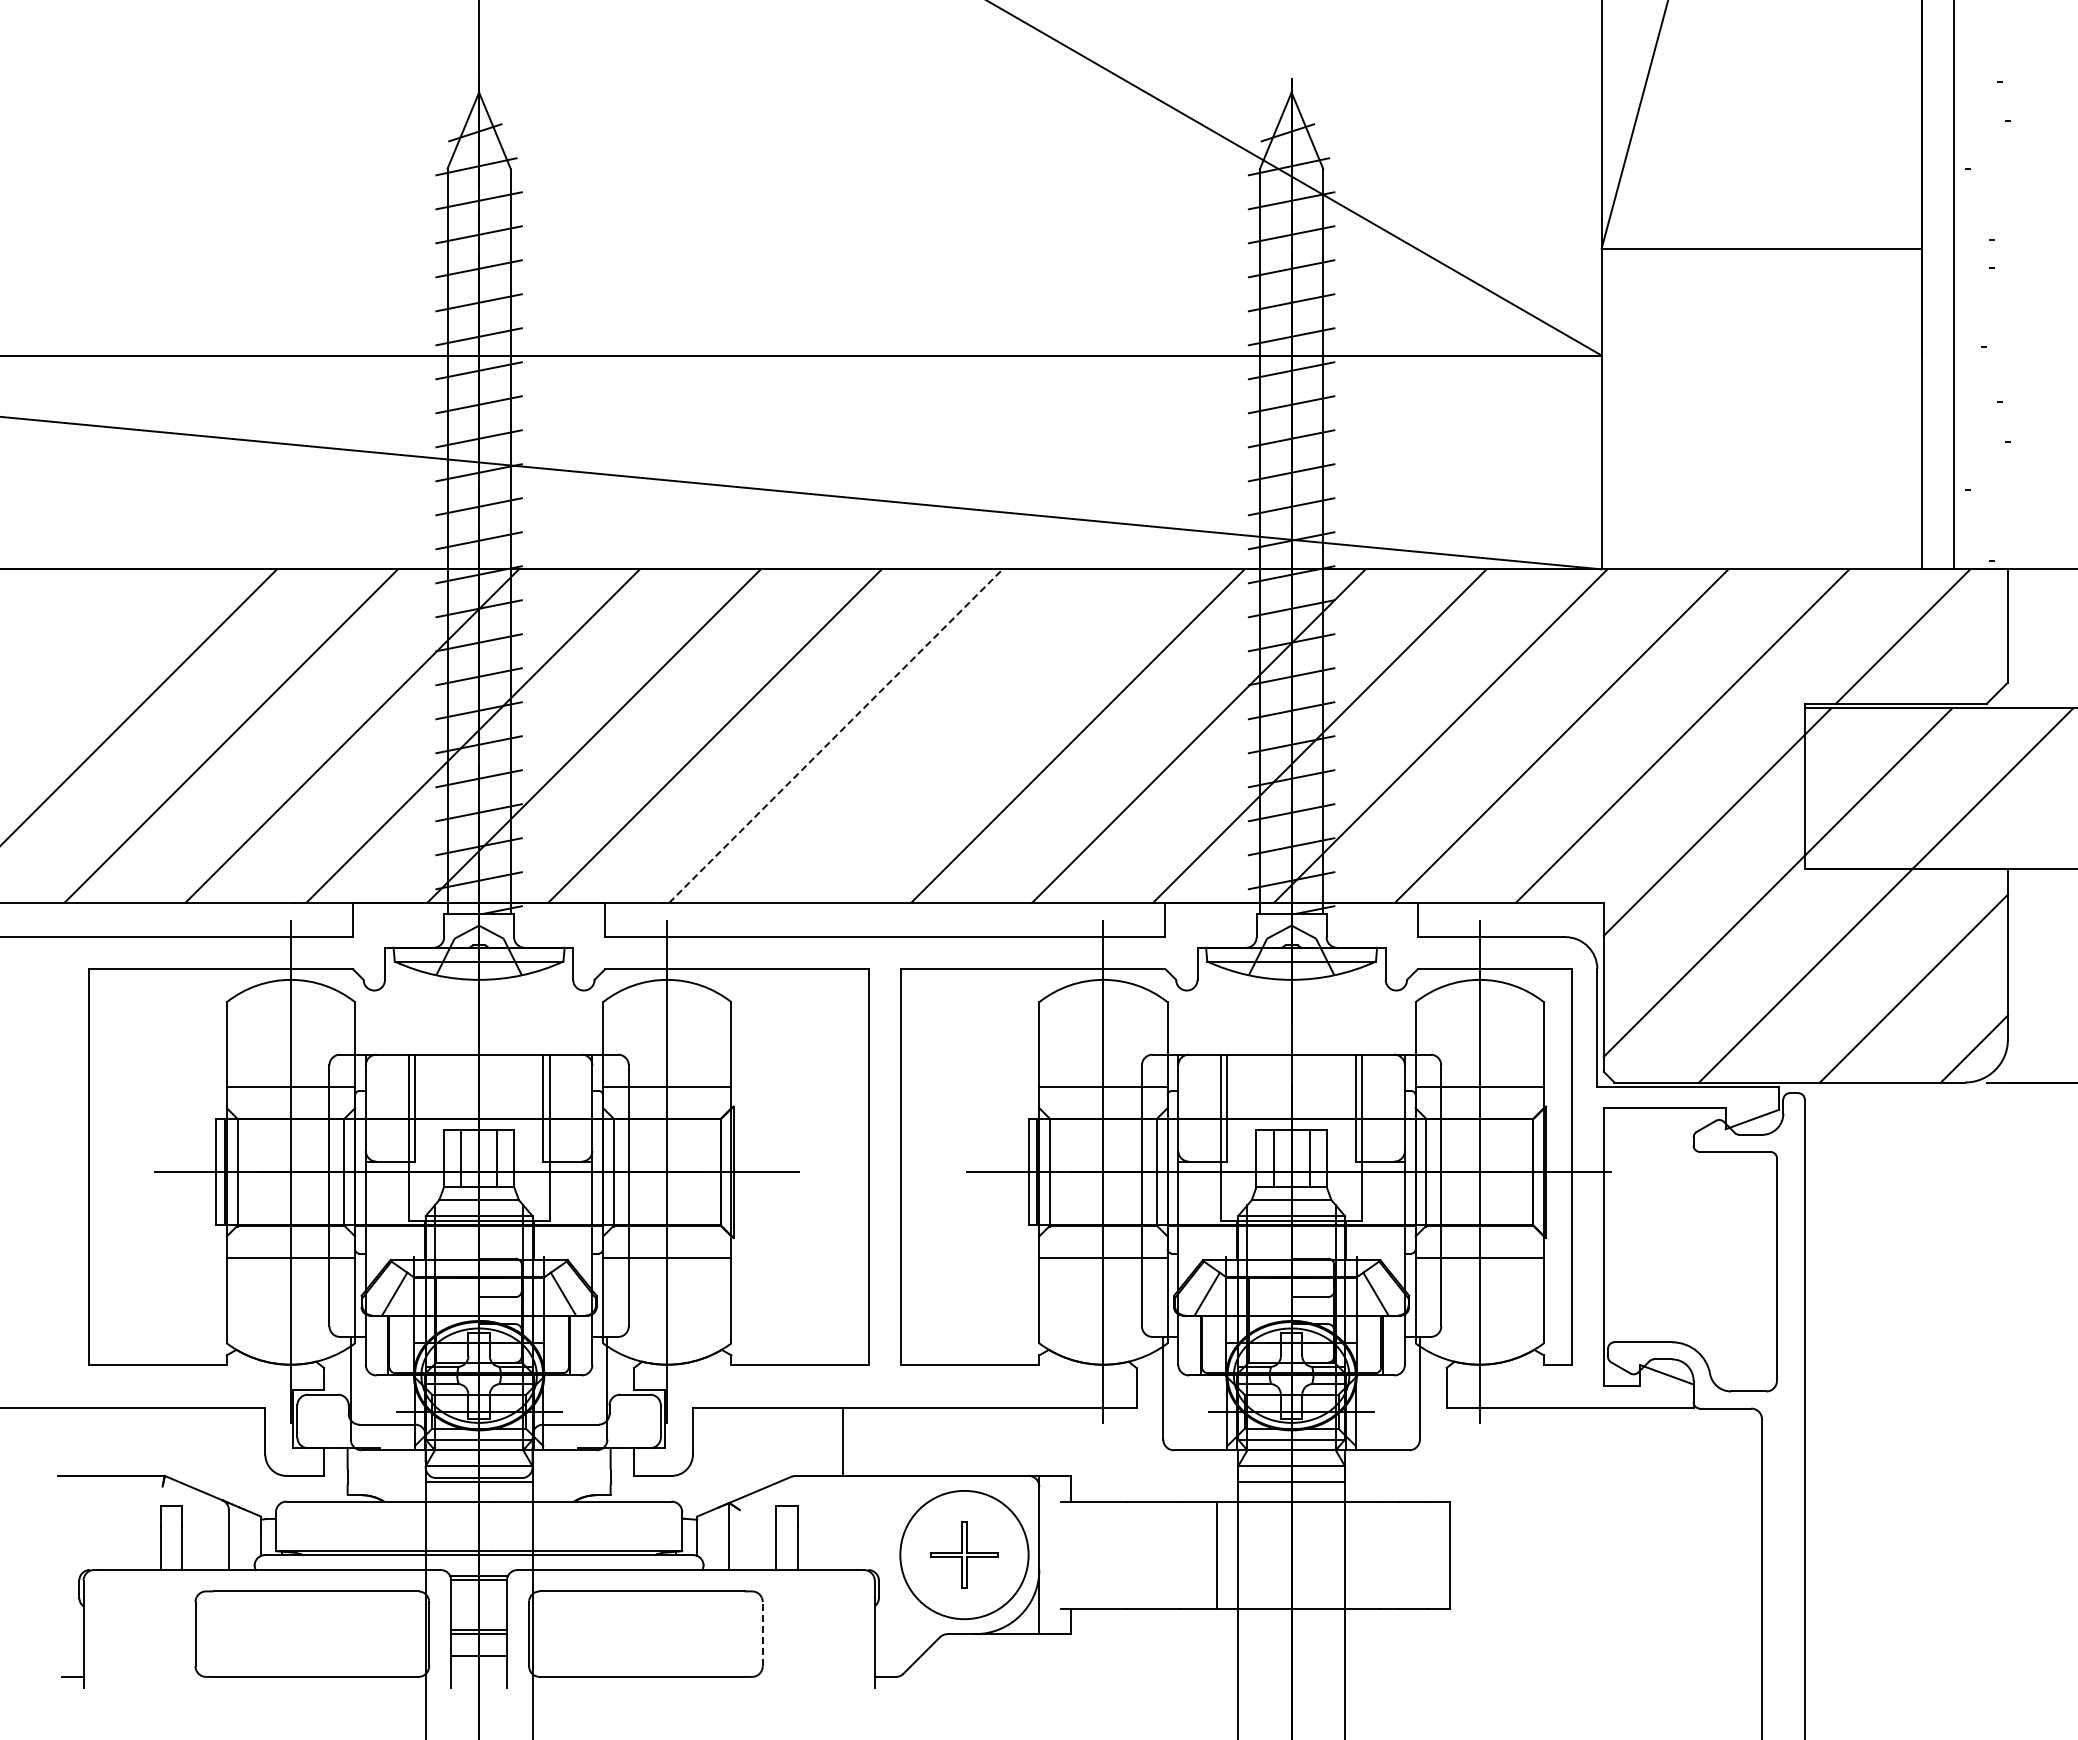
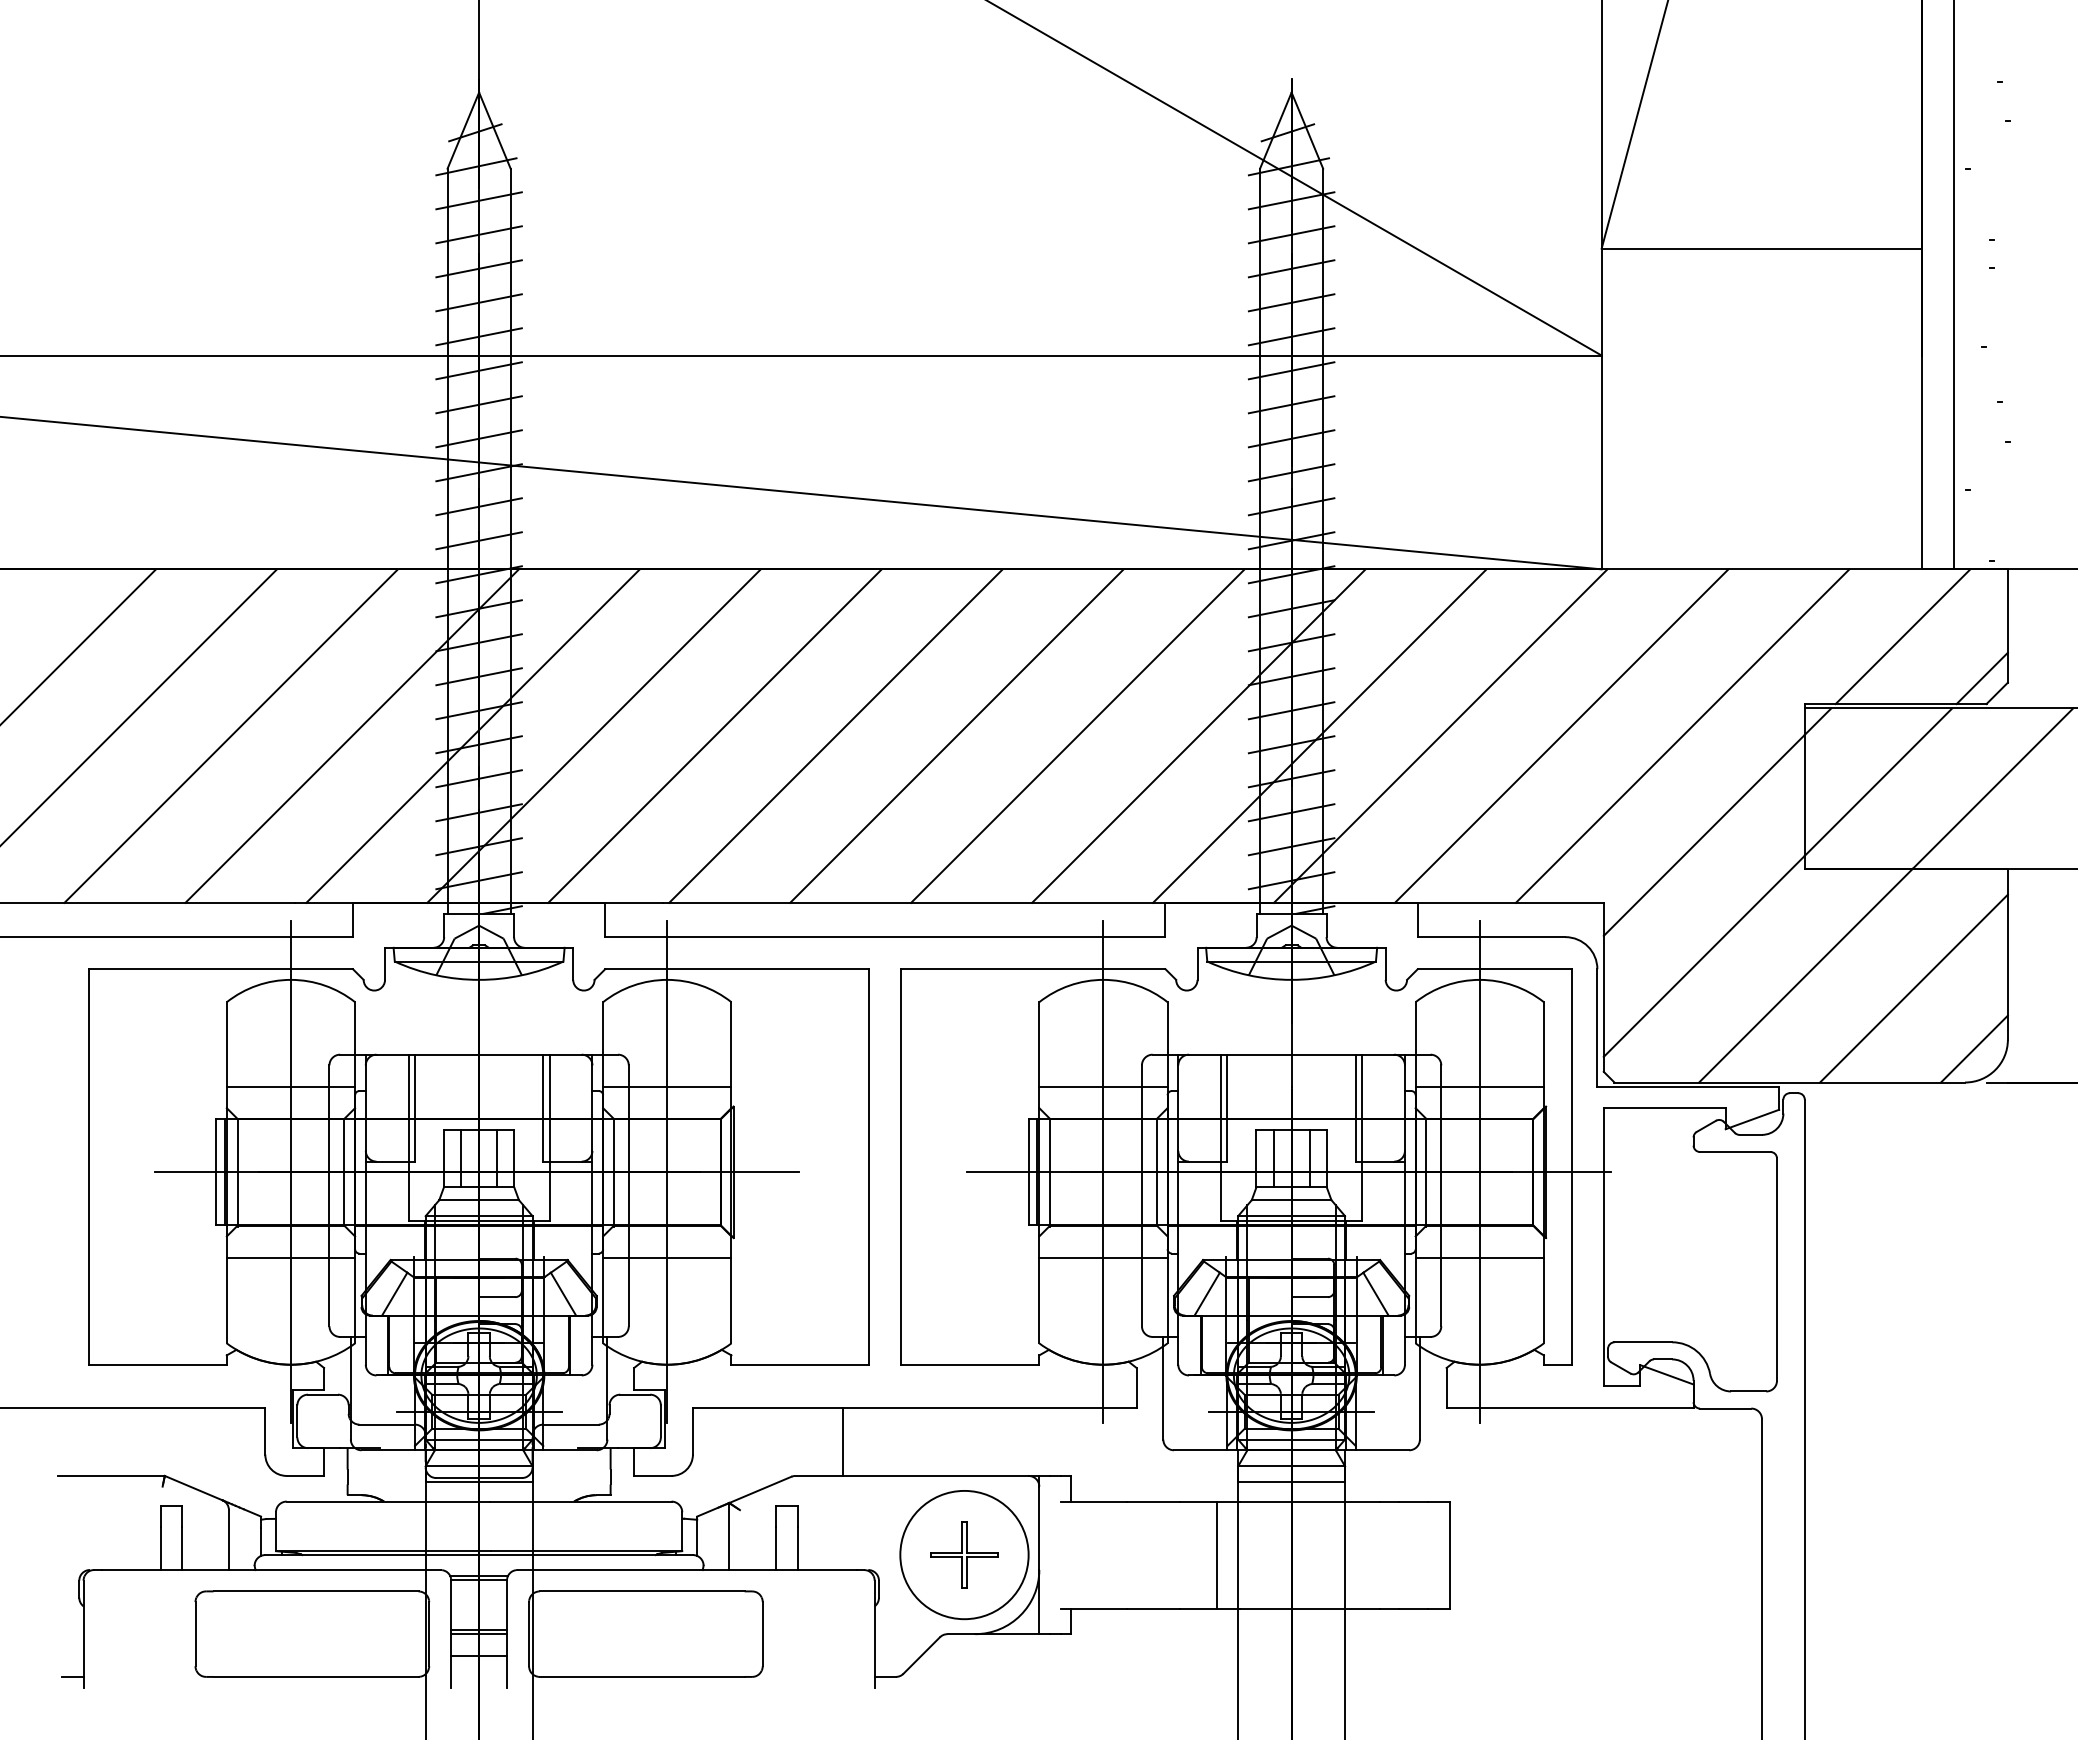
line at (79, 646): none -> present
line at (1981, 678): none -> present
line at (956, 735): none -> present
line at (835, 736): dashed -> solid
line at (762, 1633): dashed -> solid
